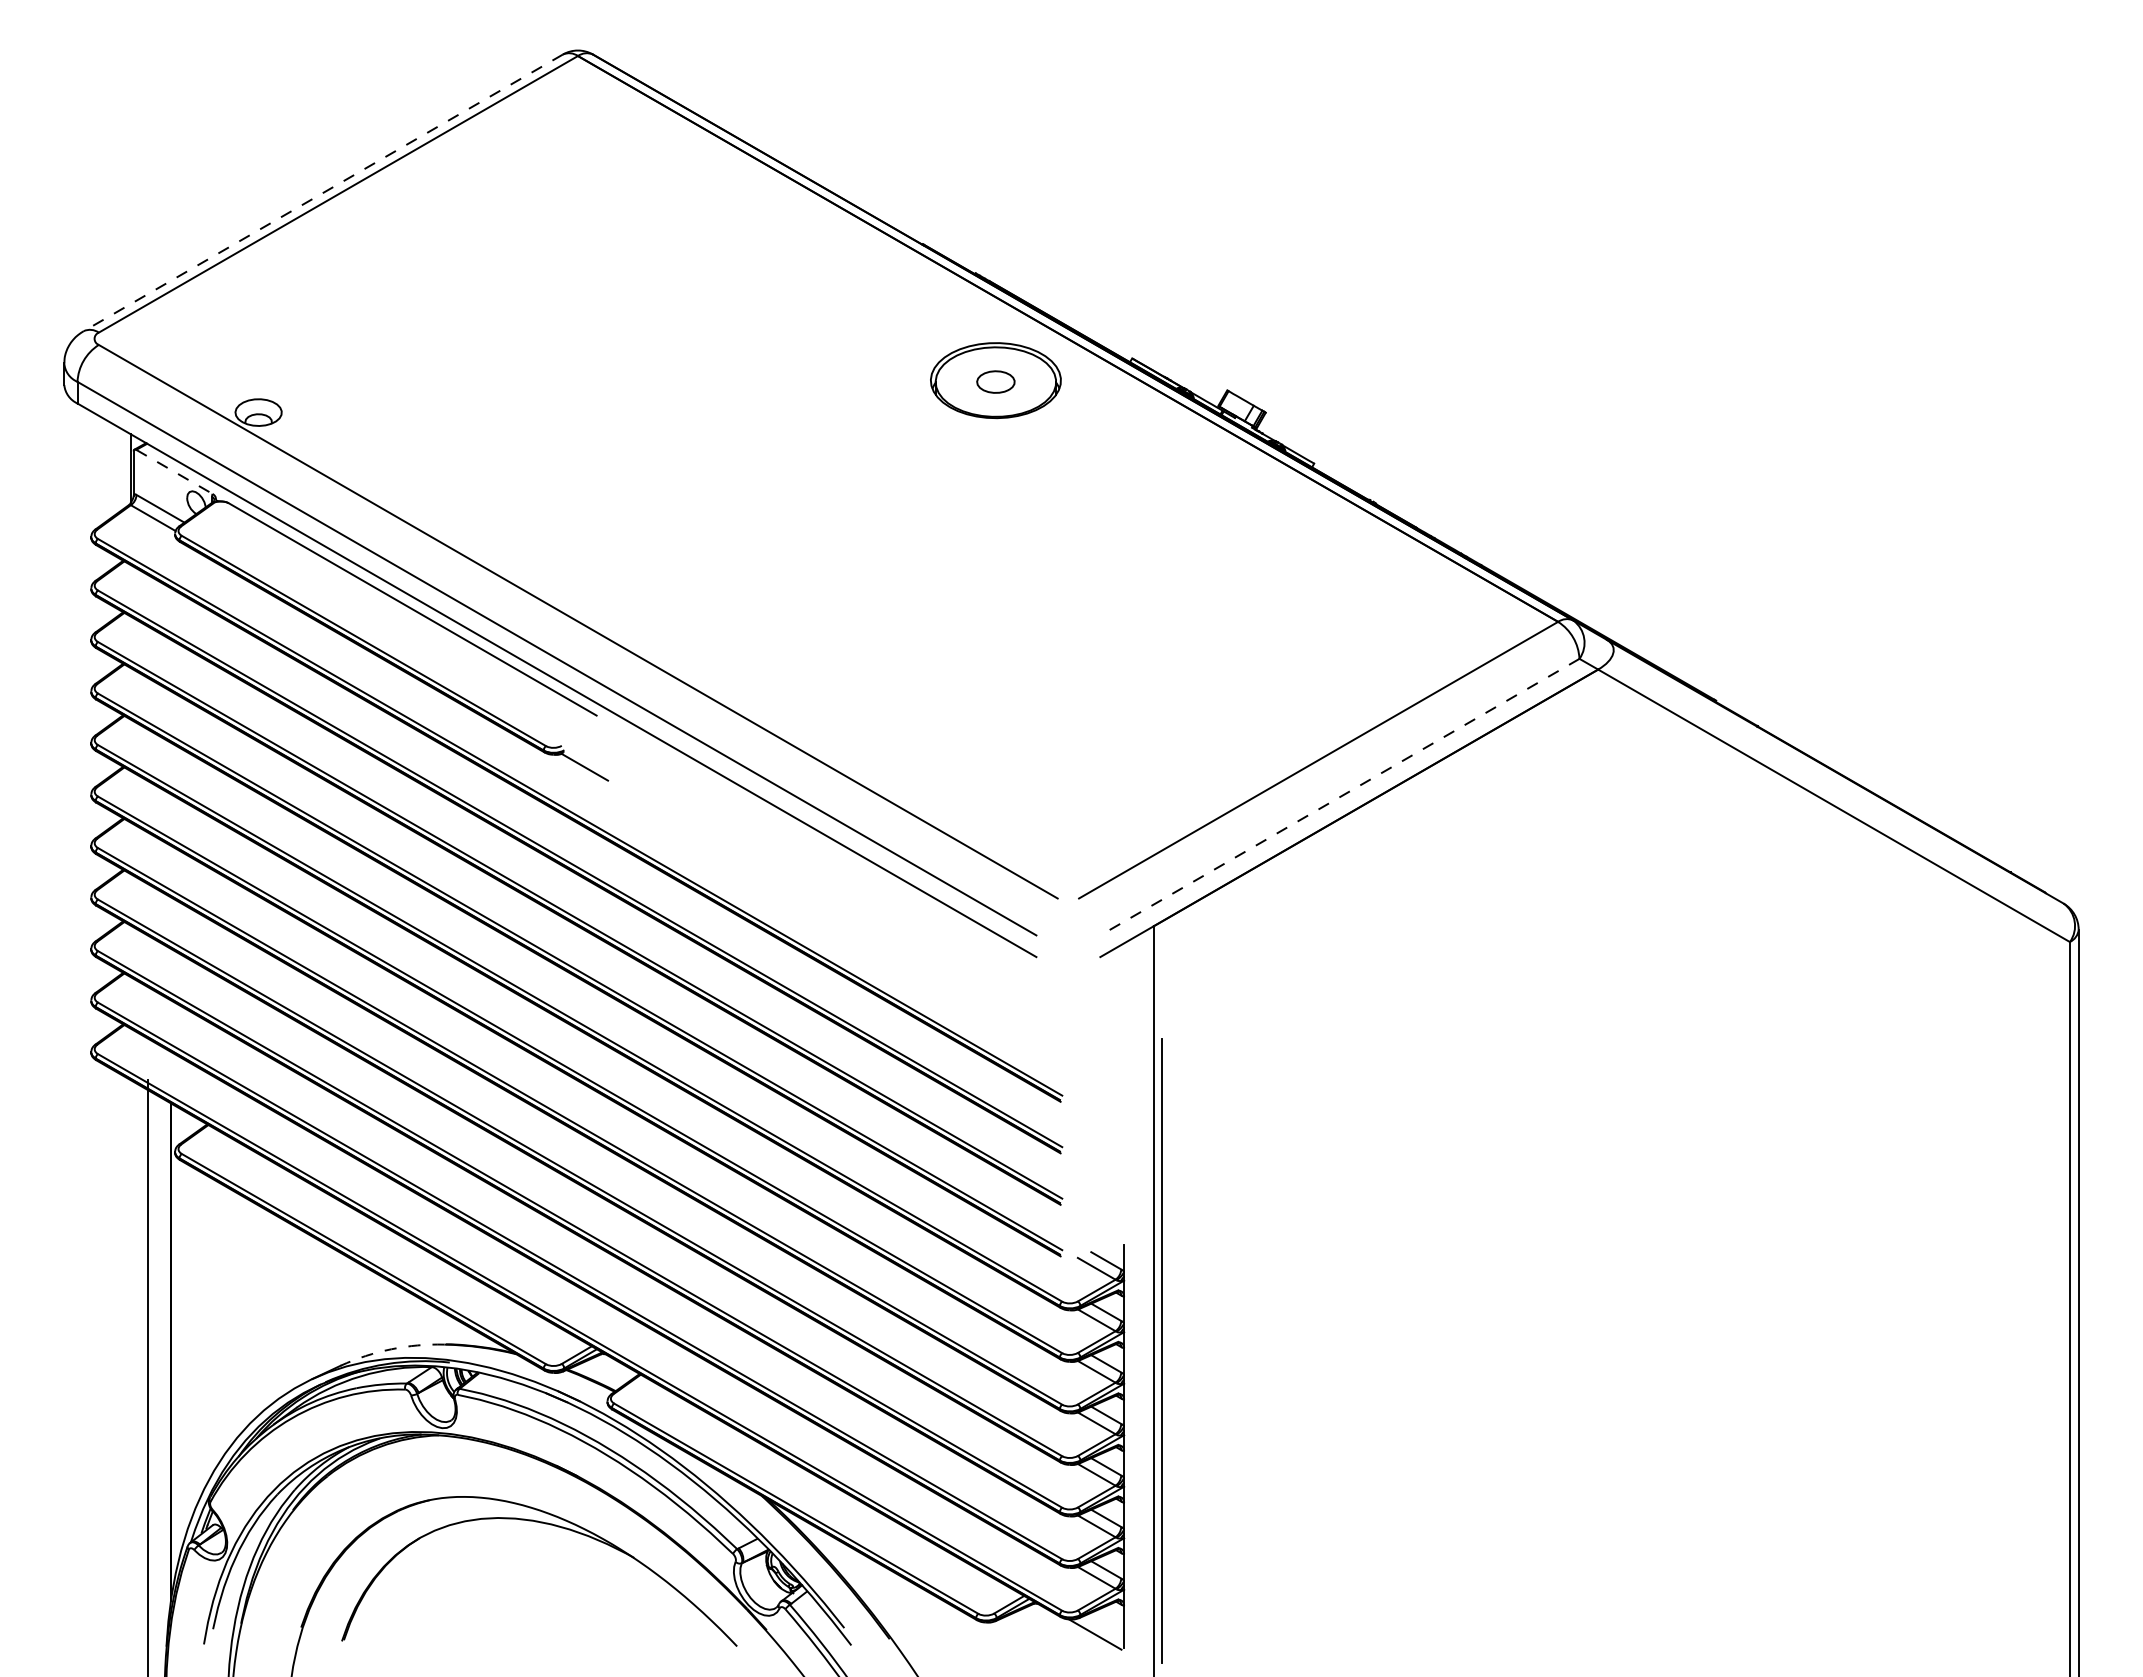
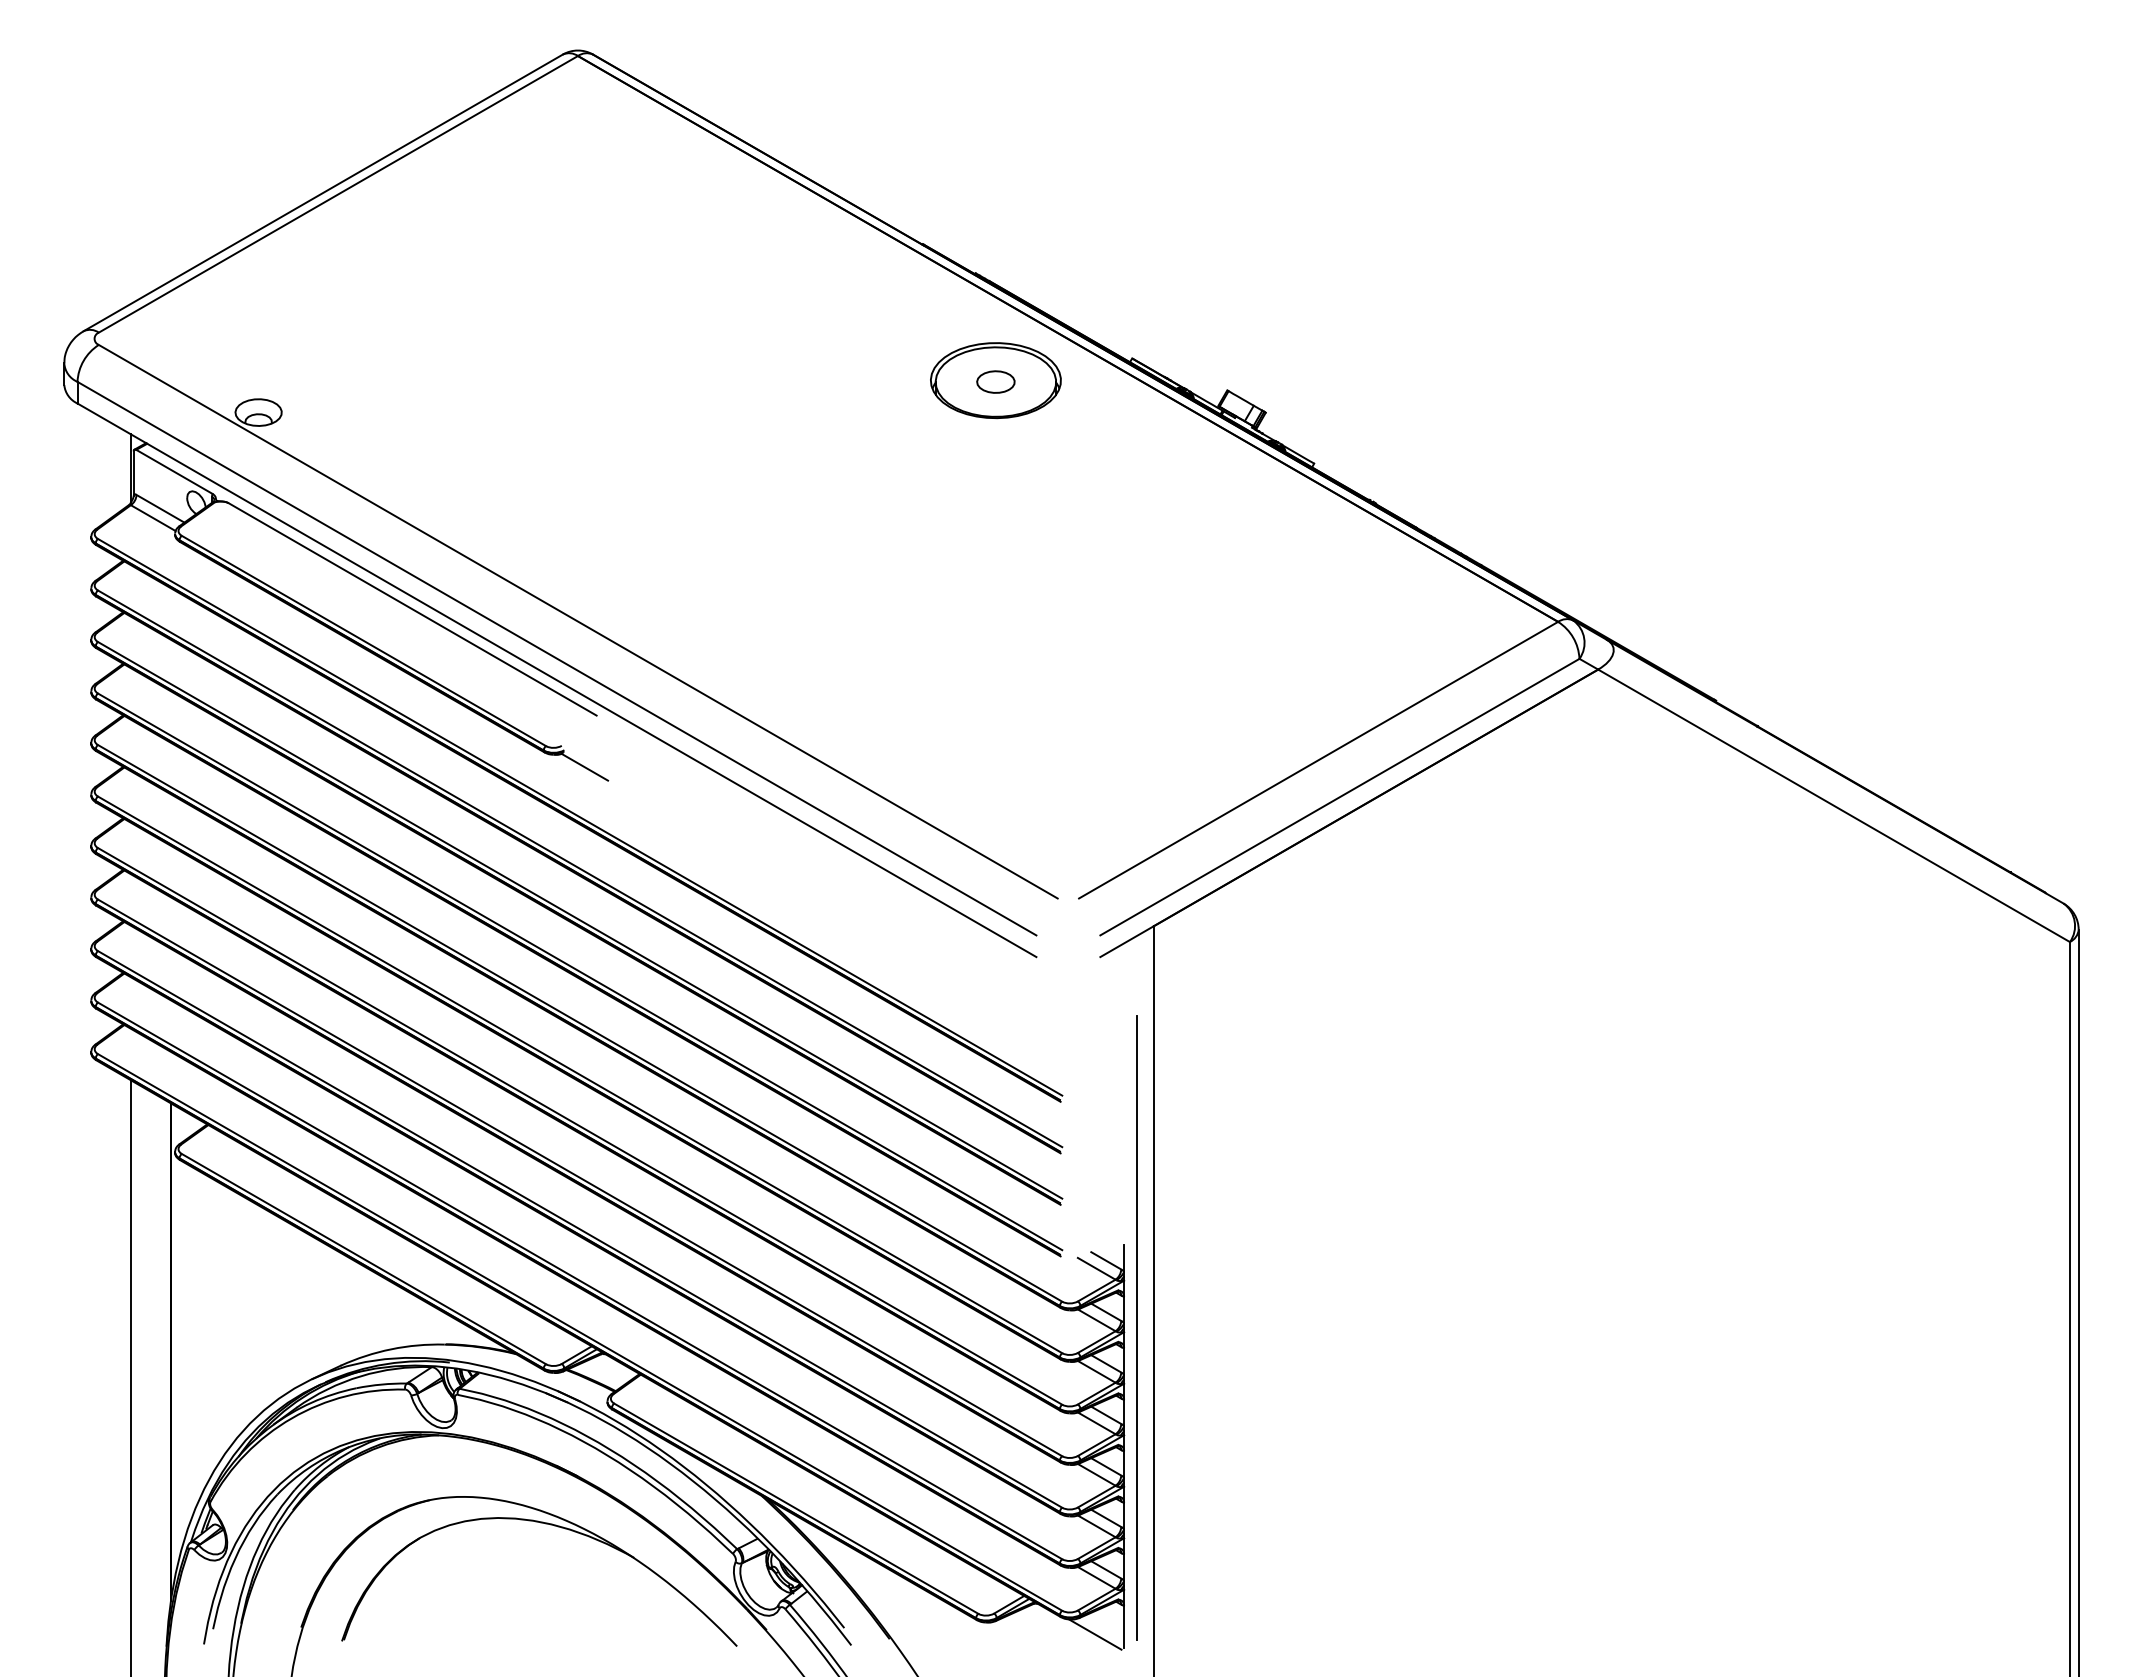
line at (323, 192): dashed -> solid
line at (174, 472): dashed -> solid
line at (1339, 797): dashed -> solid
arc at (391, 1349): dashed -> solid
line at (1161, 1350) position: (1161, 1350) -> (1136, 1327)
line at (147, 1376) position: (147, 1376) -> (130, 1376)
